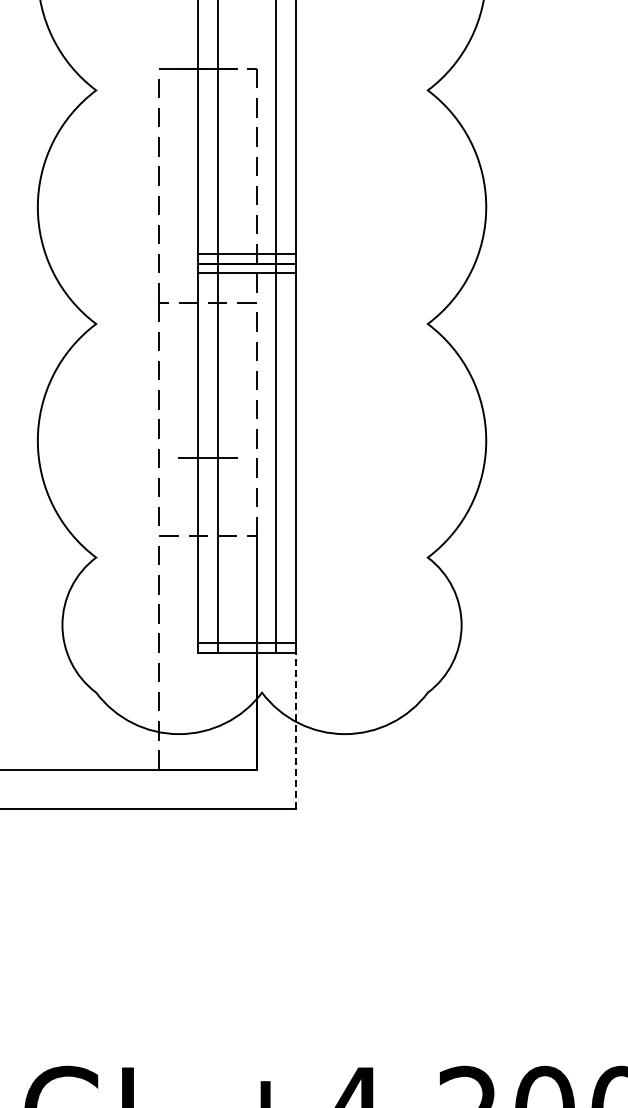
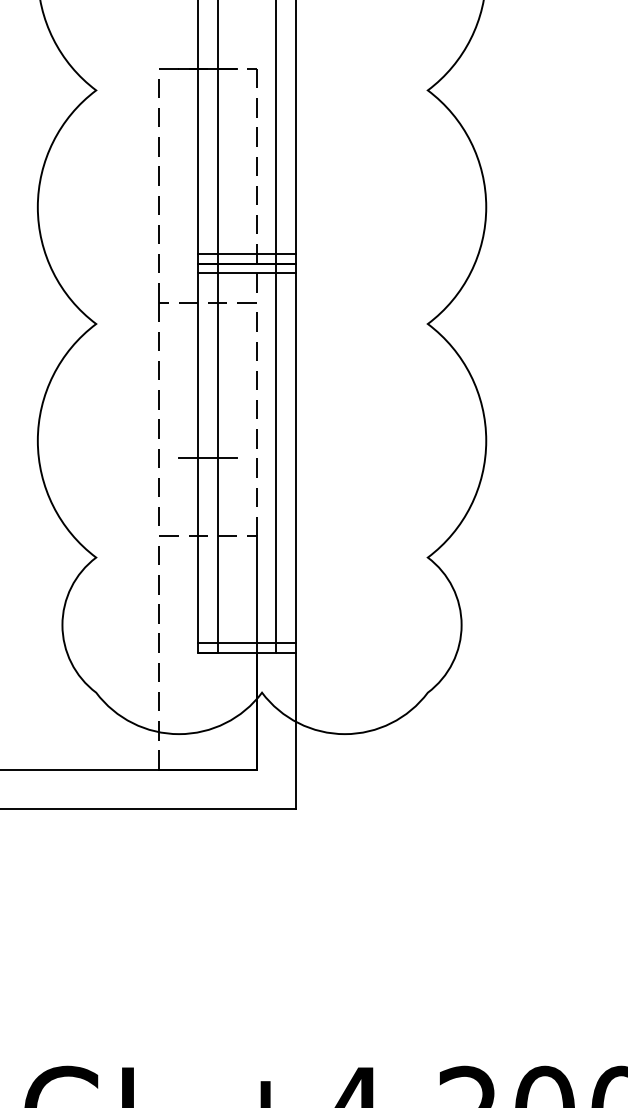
line at (295, 730): dashed -> solid
